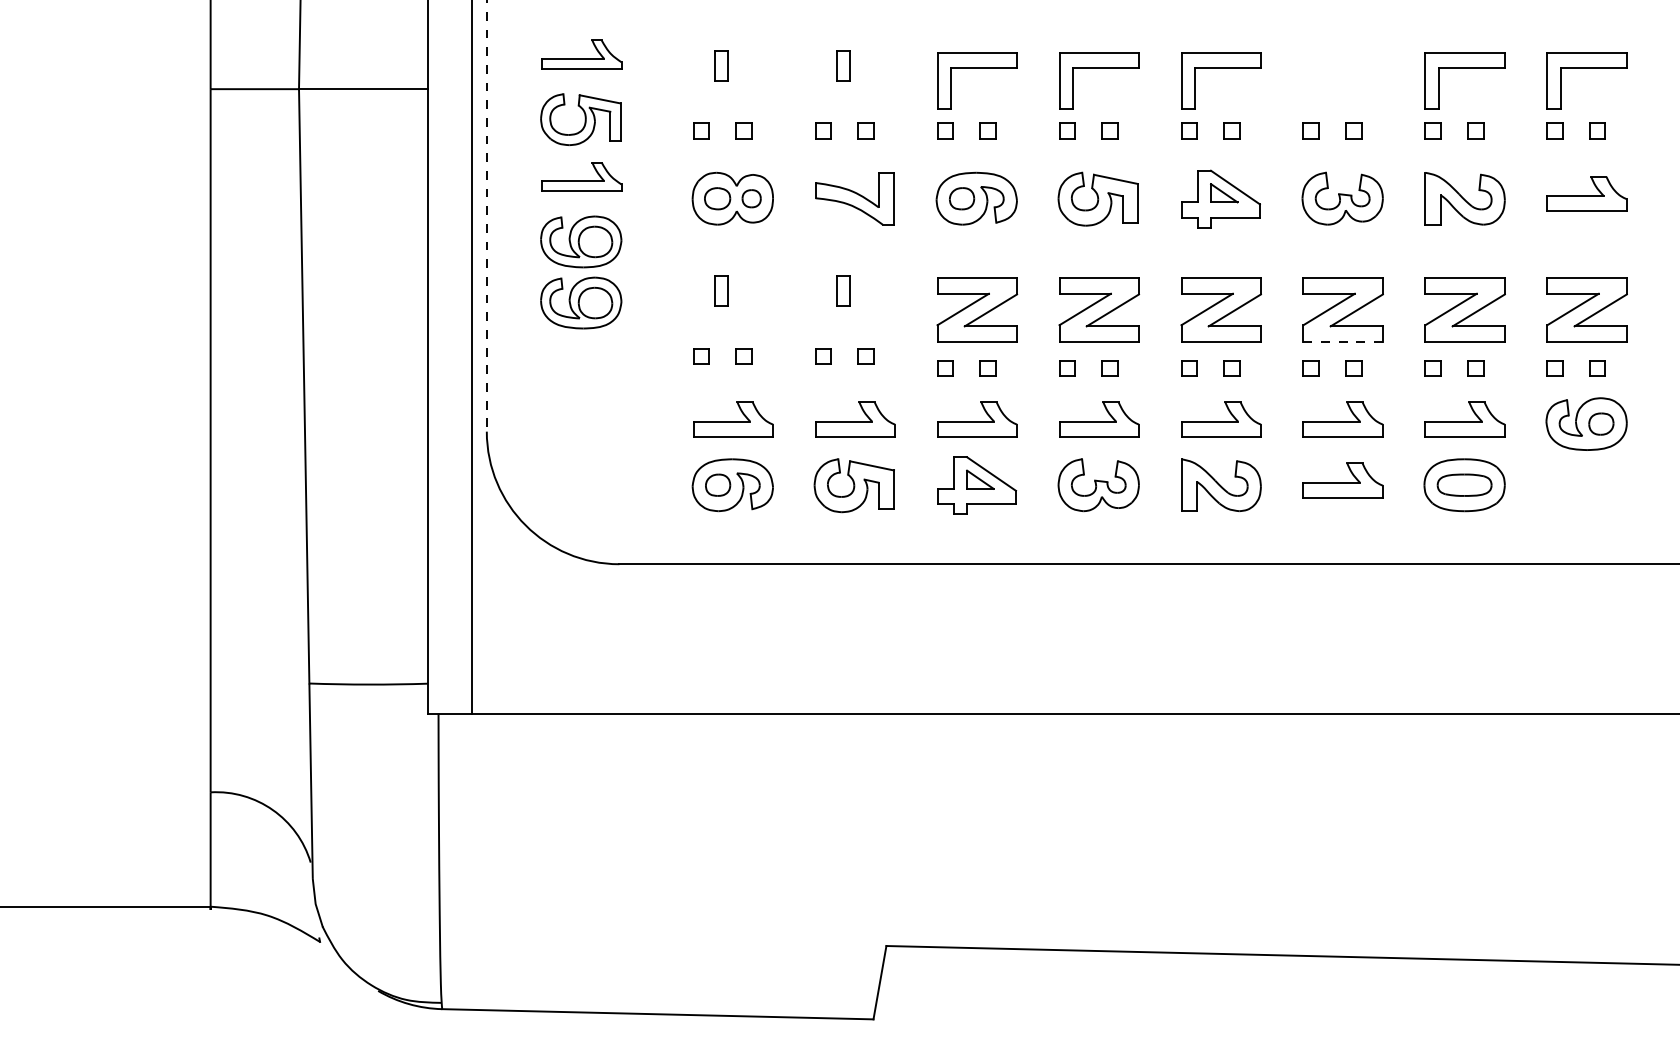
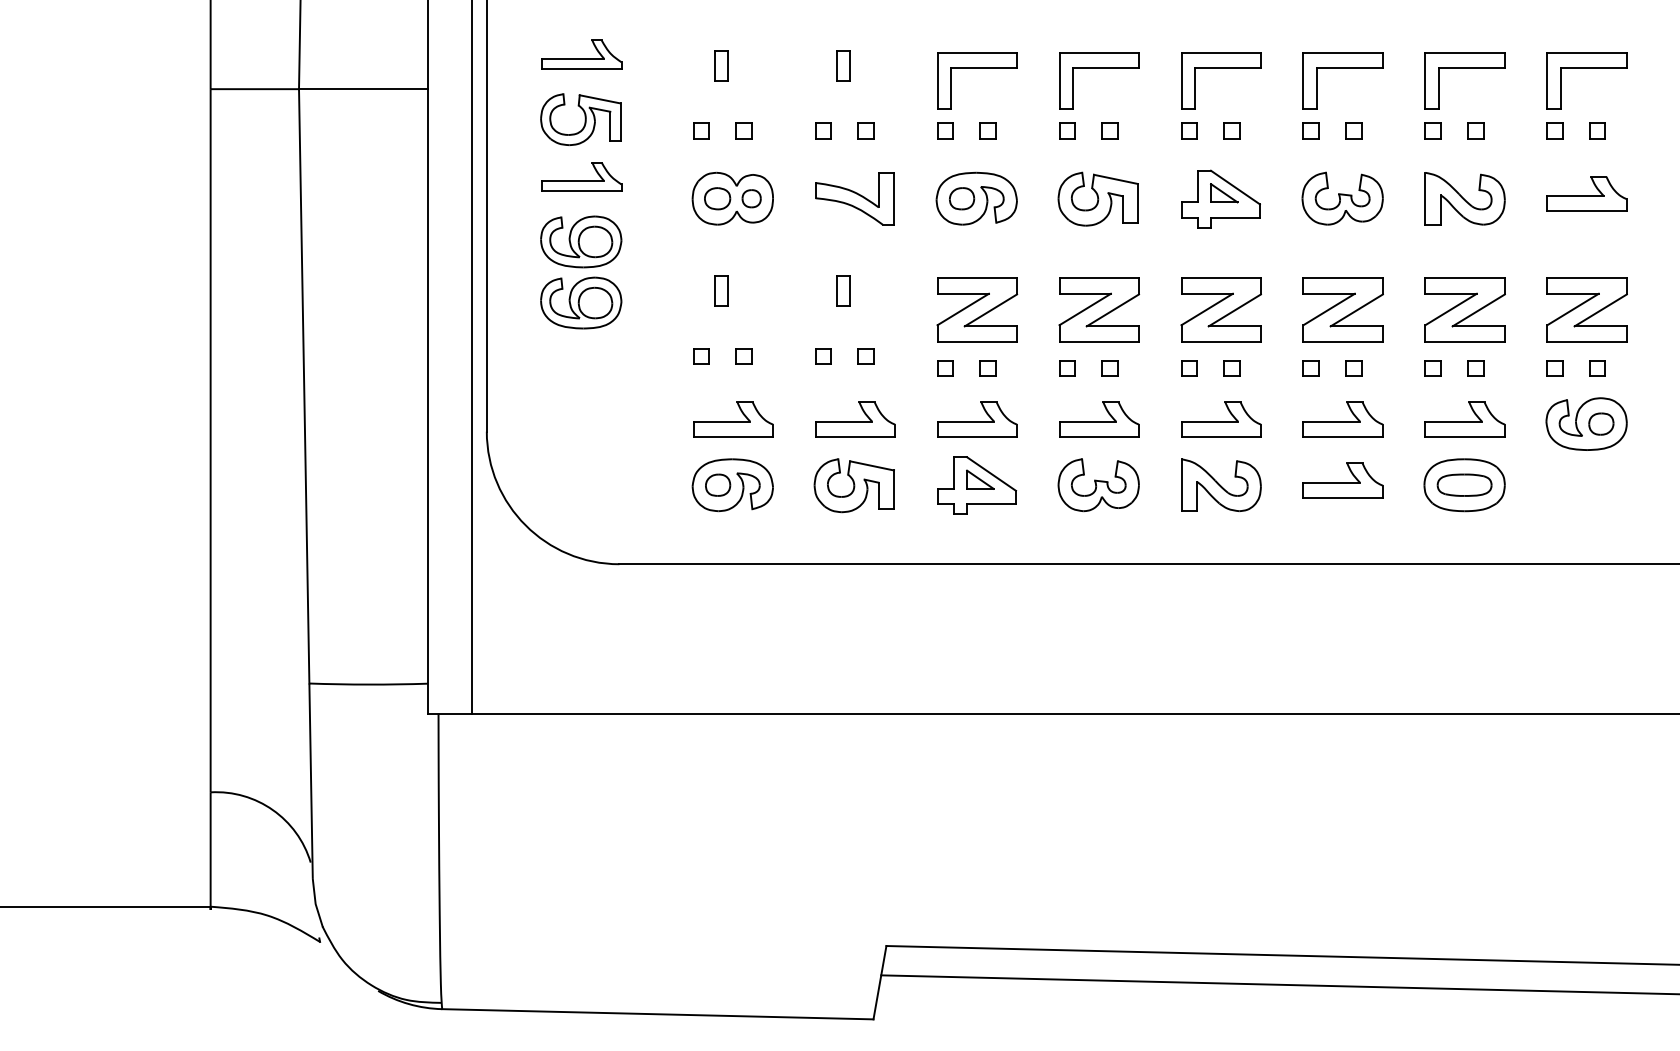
part at (1342, 68): none -> present
line at (486, 216): dashed -> solid
line at (1343, 341): dashed -> solid
line at (1278, 984): none -> present
